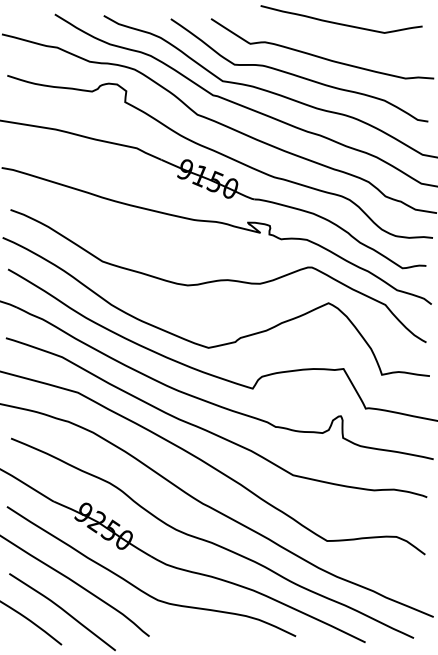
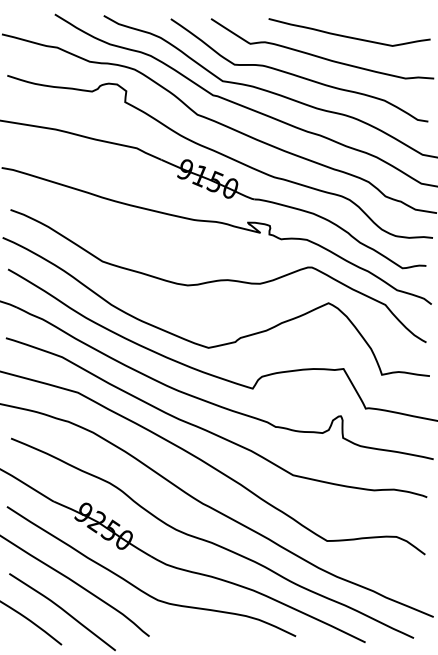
curve at (341, 23) position: (341, 23) -> (349, 36)
